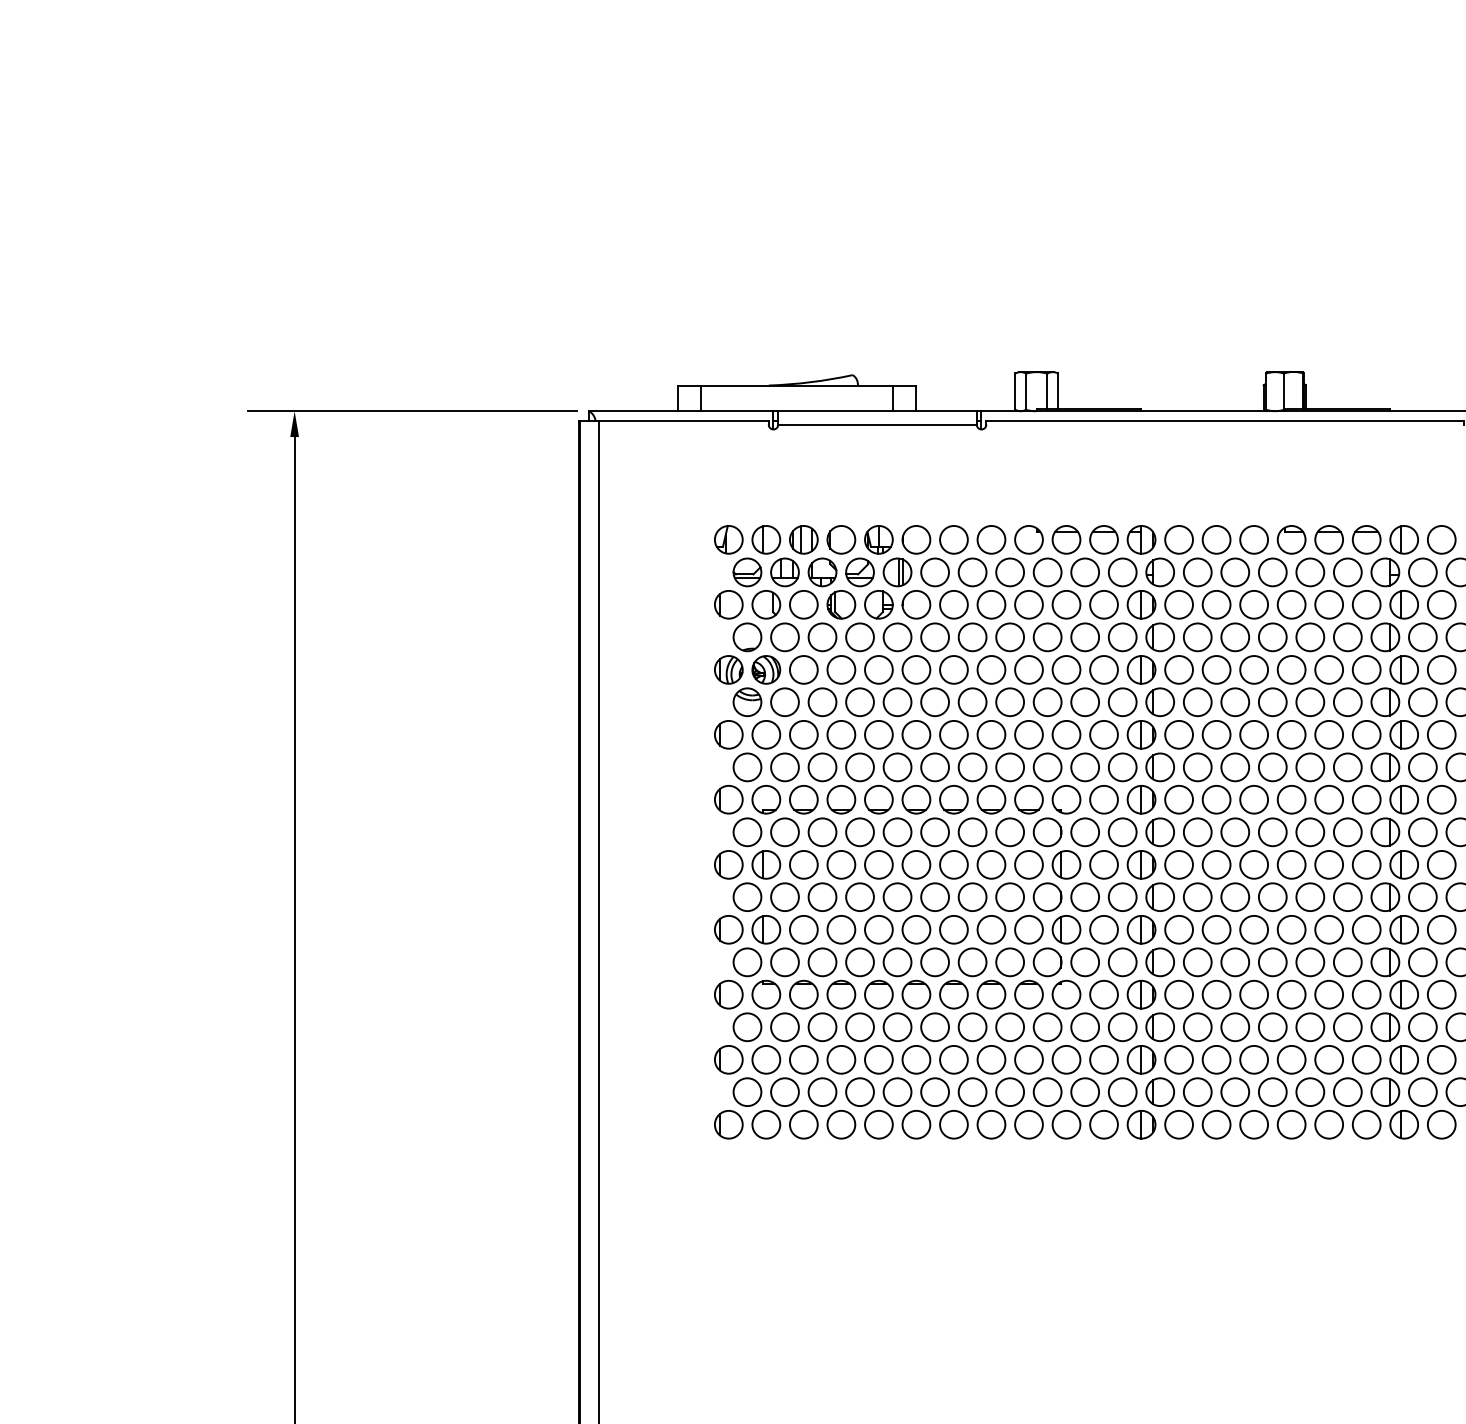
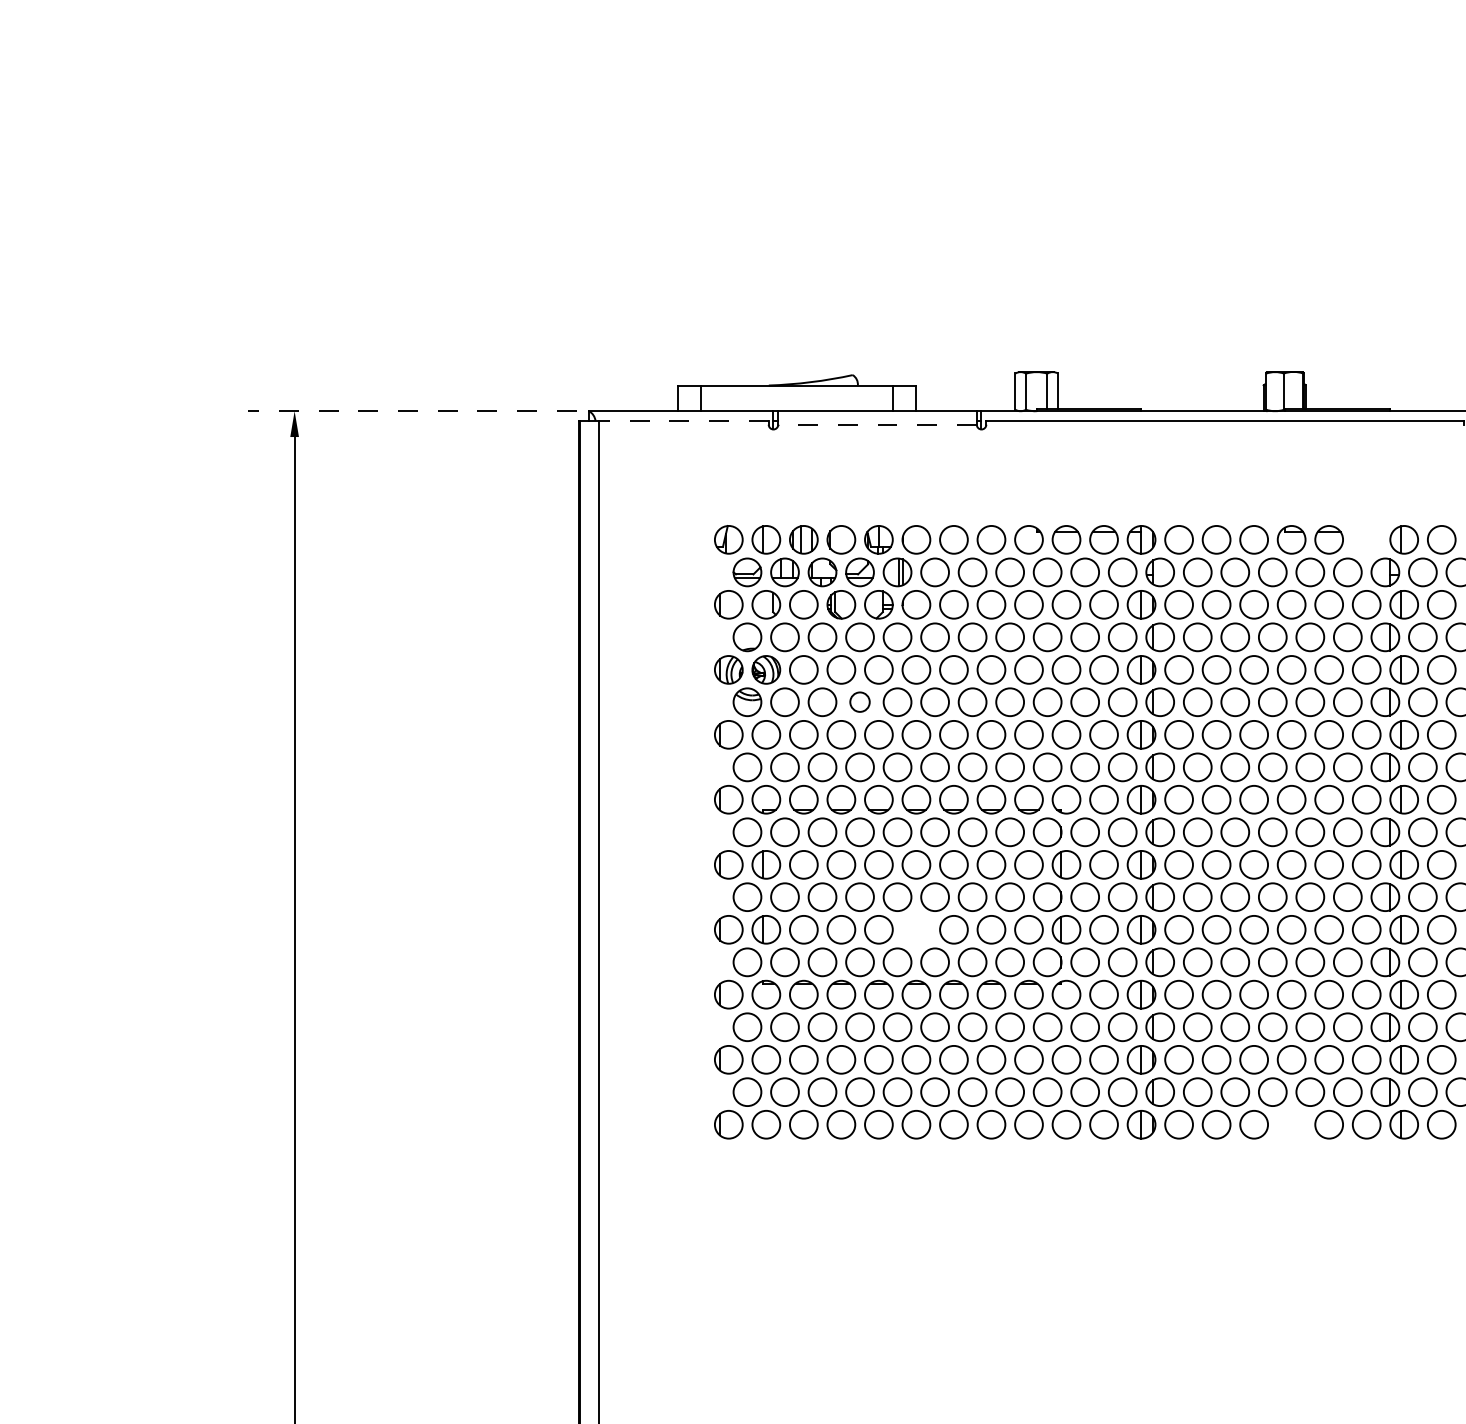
line at (412, 411): solid -> dashed
line at (683, 420): solid -> dashed
line at (877, 424): solid -> dashed
part at (1366, 539): present -> none
circle at (859, 701) size: 30x30 px -> 22x22 px
circle at (916, 929): present -> none
circle at (1291, 1124): present -> none
